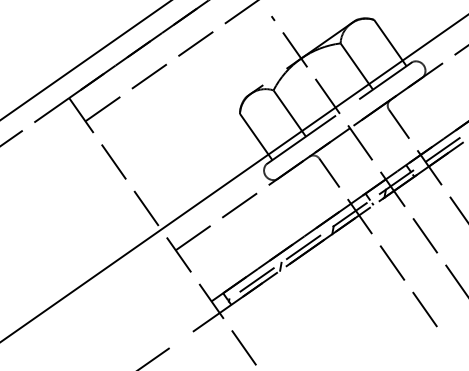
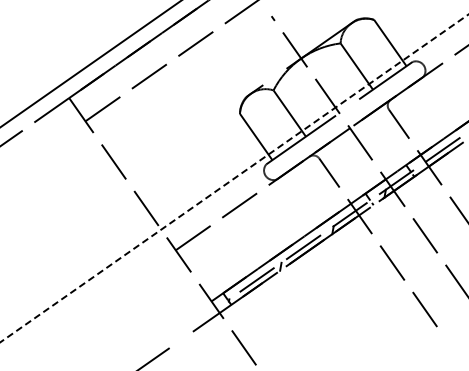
line at (85, 60) position: (85, 60) -> (90, 64)
line at (234, 178): solid -> dashed
